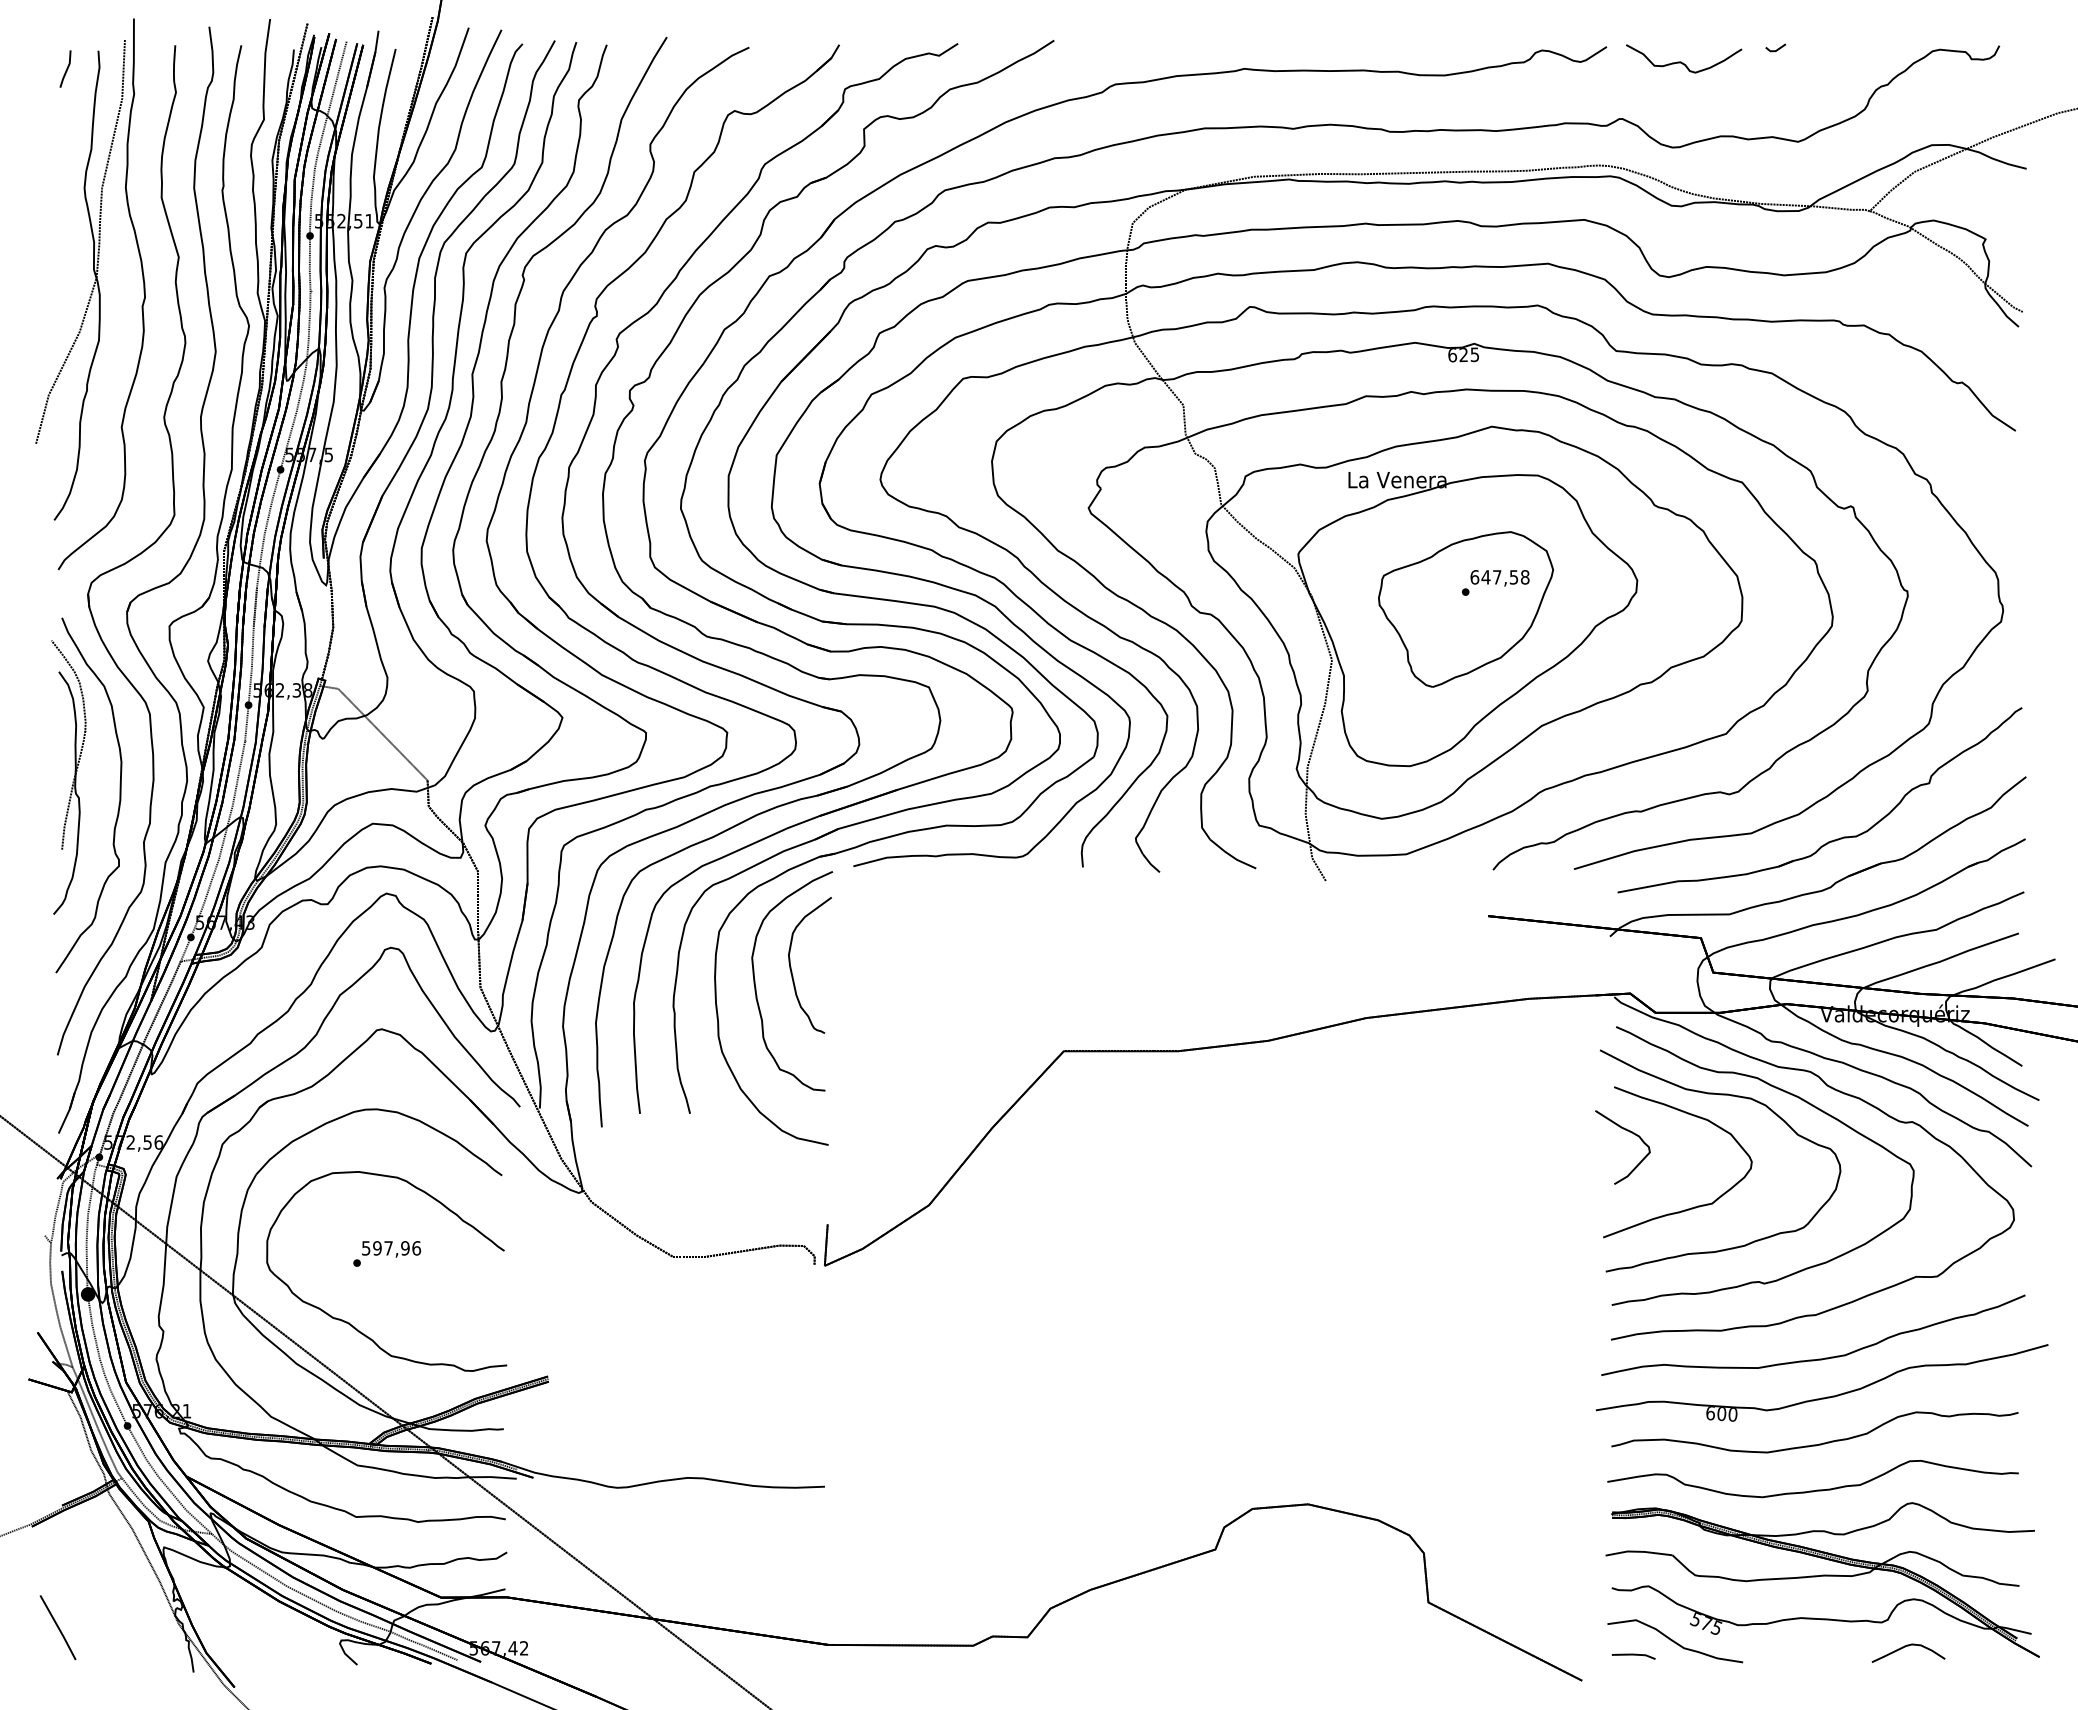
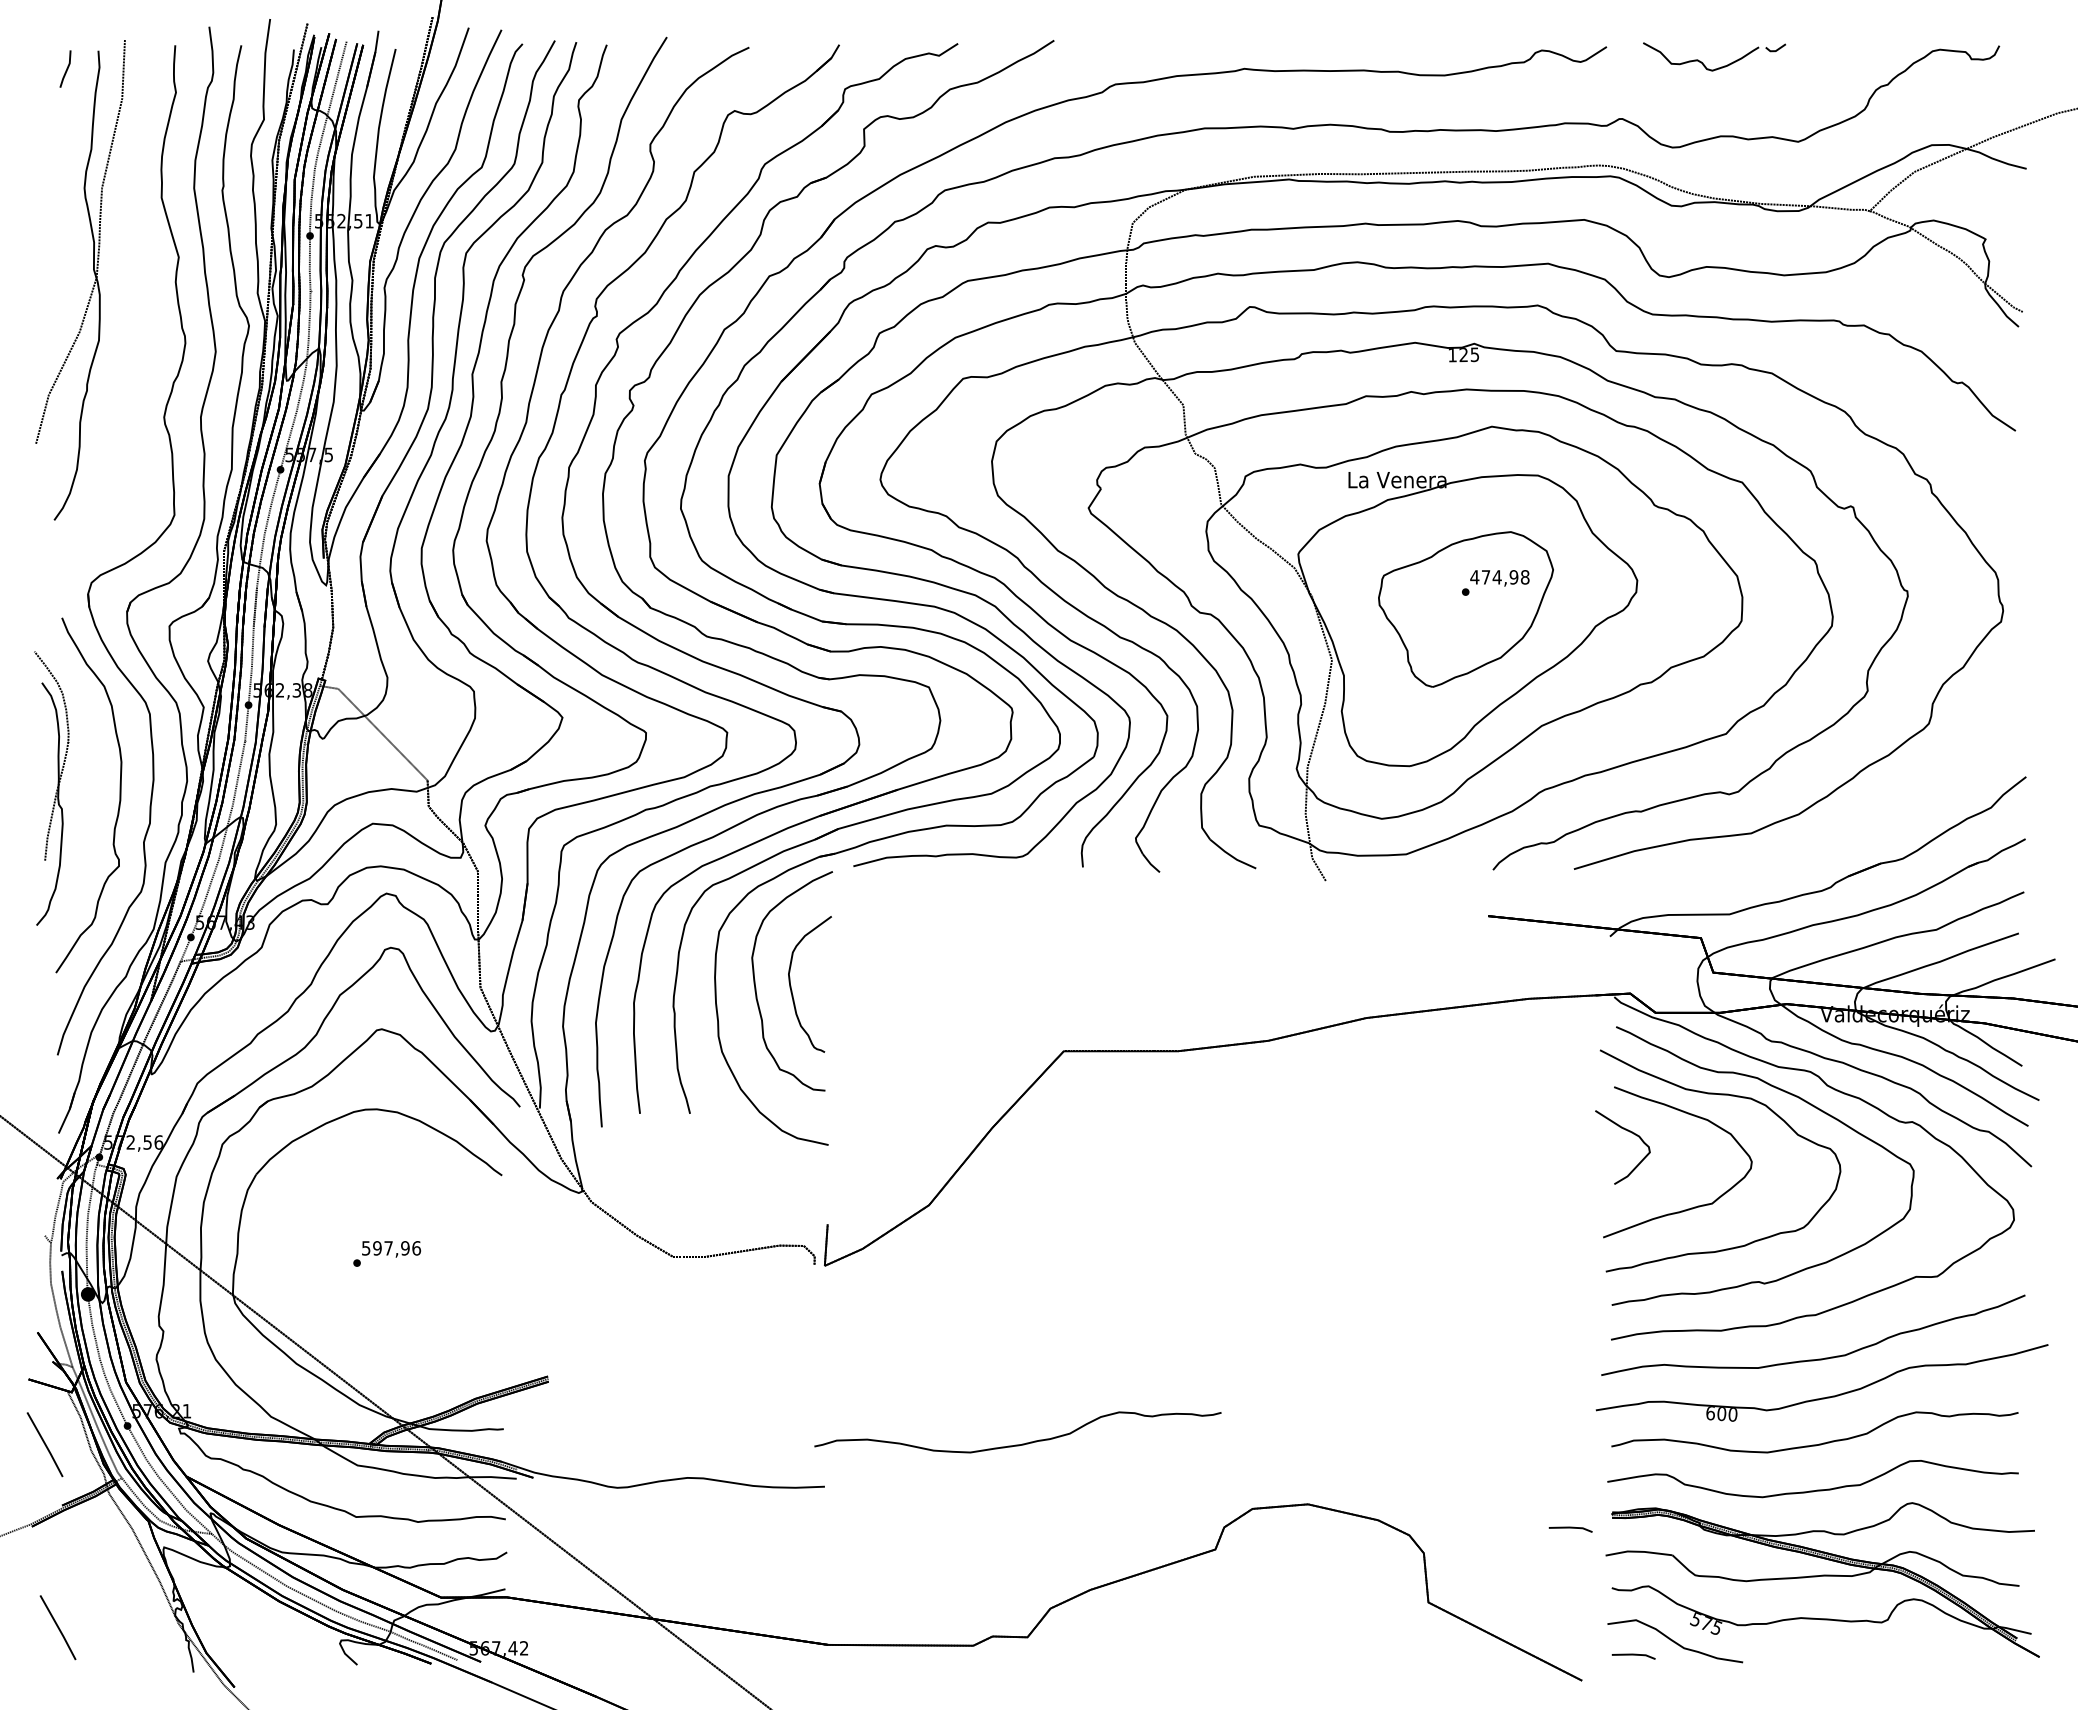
curve at (1683, 62) position: (1683, 62) -> (1700, 60)
part at (141, 305): present -> none
text at (1452, 355): 625 -> 125
text at (1494, 577): 647,58 -> 474,98
part at (68, 777) position: (68, 777) -> (51, 788)
part at (1830, 840): present -> none
curve at (791, 966) position: (791, 966) -> (791, 985)
curve at (349, 1322): present -> none
line at (44, 1444): none -> present
part at (1017, 1444): none -> present
line at (1570, 1528): none -> present
curve at (1905, 1647): present -> none
